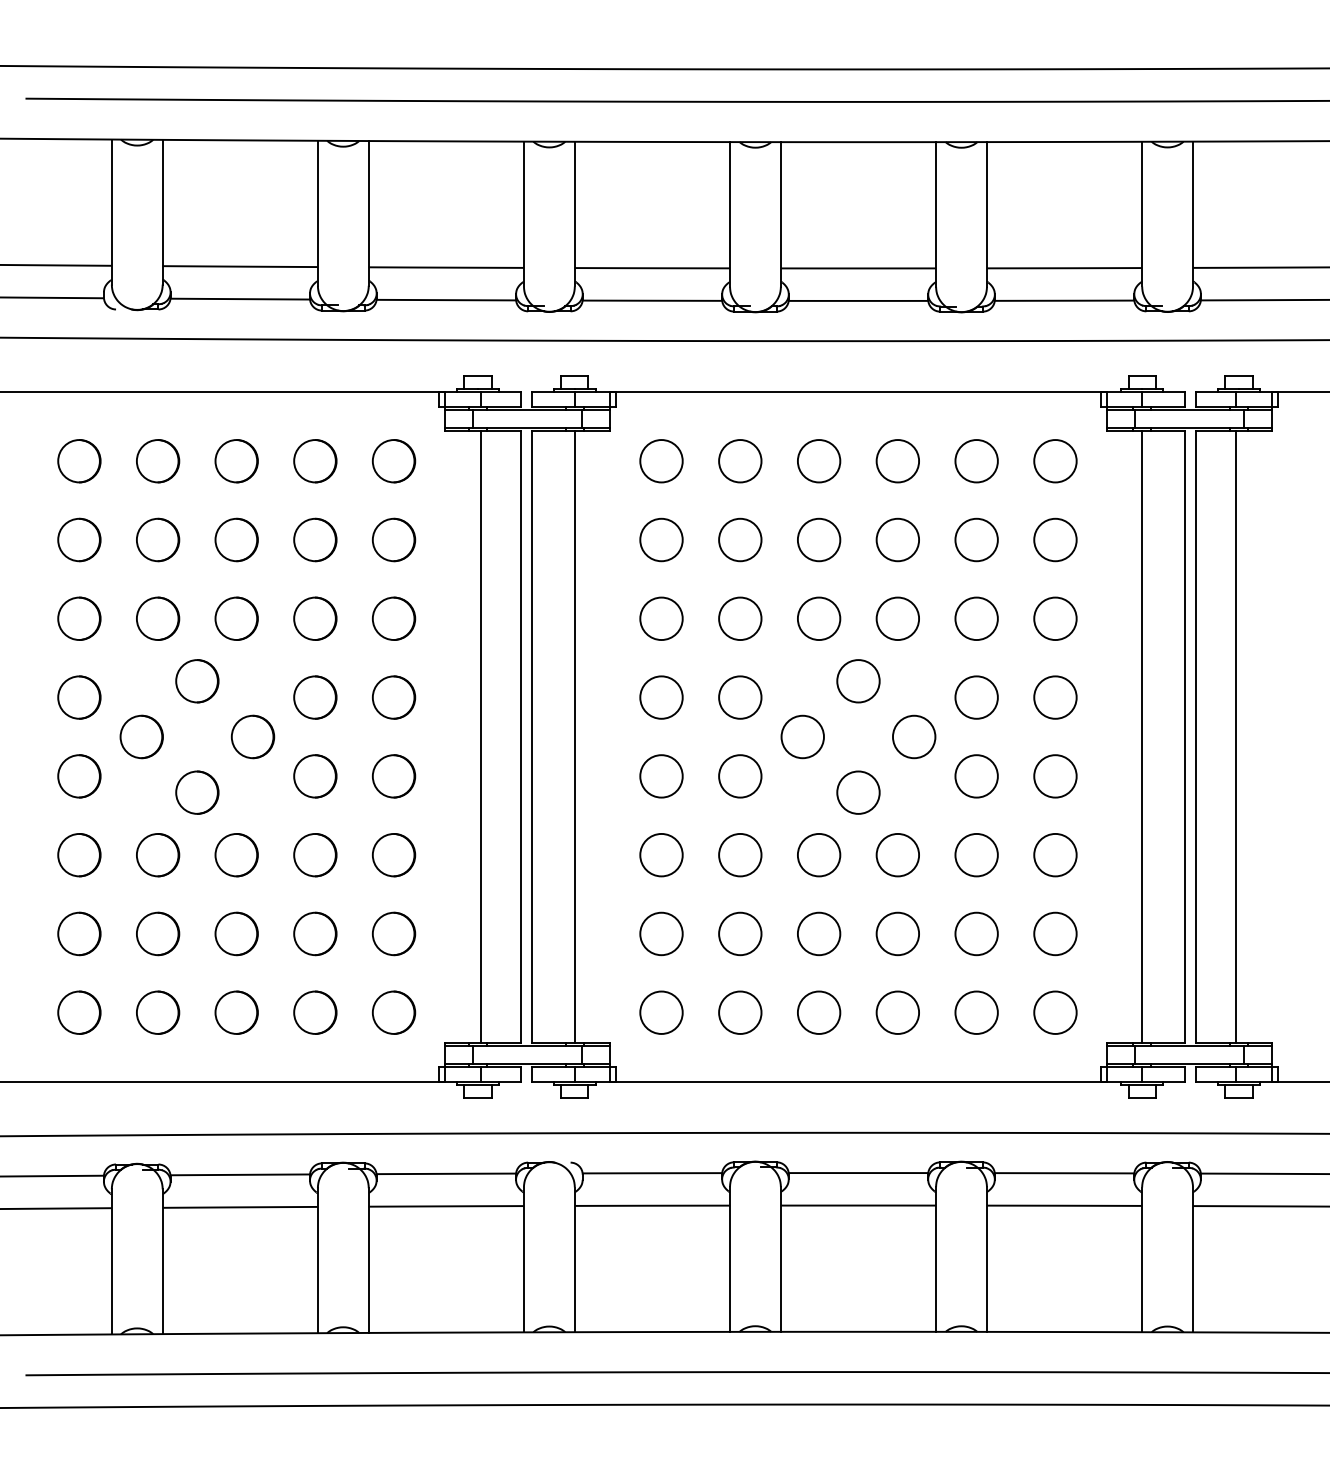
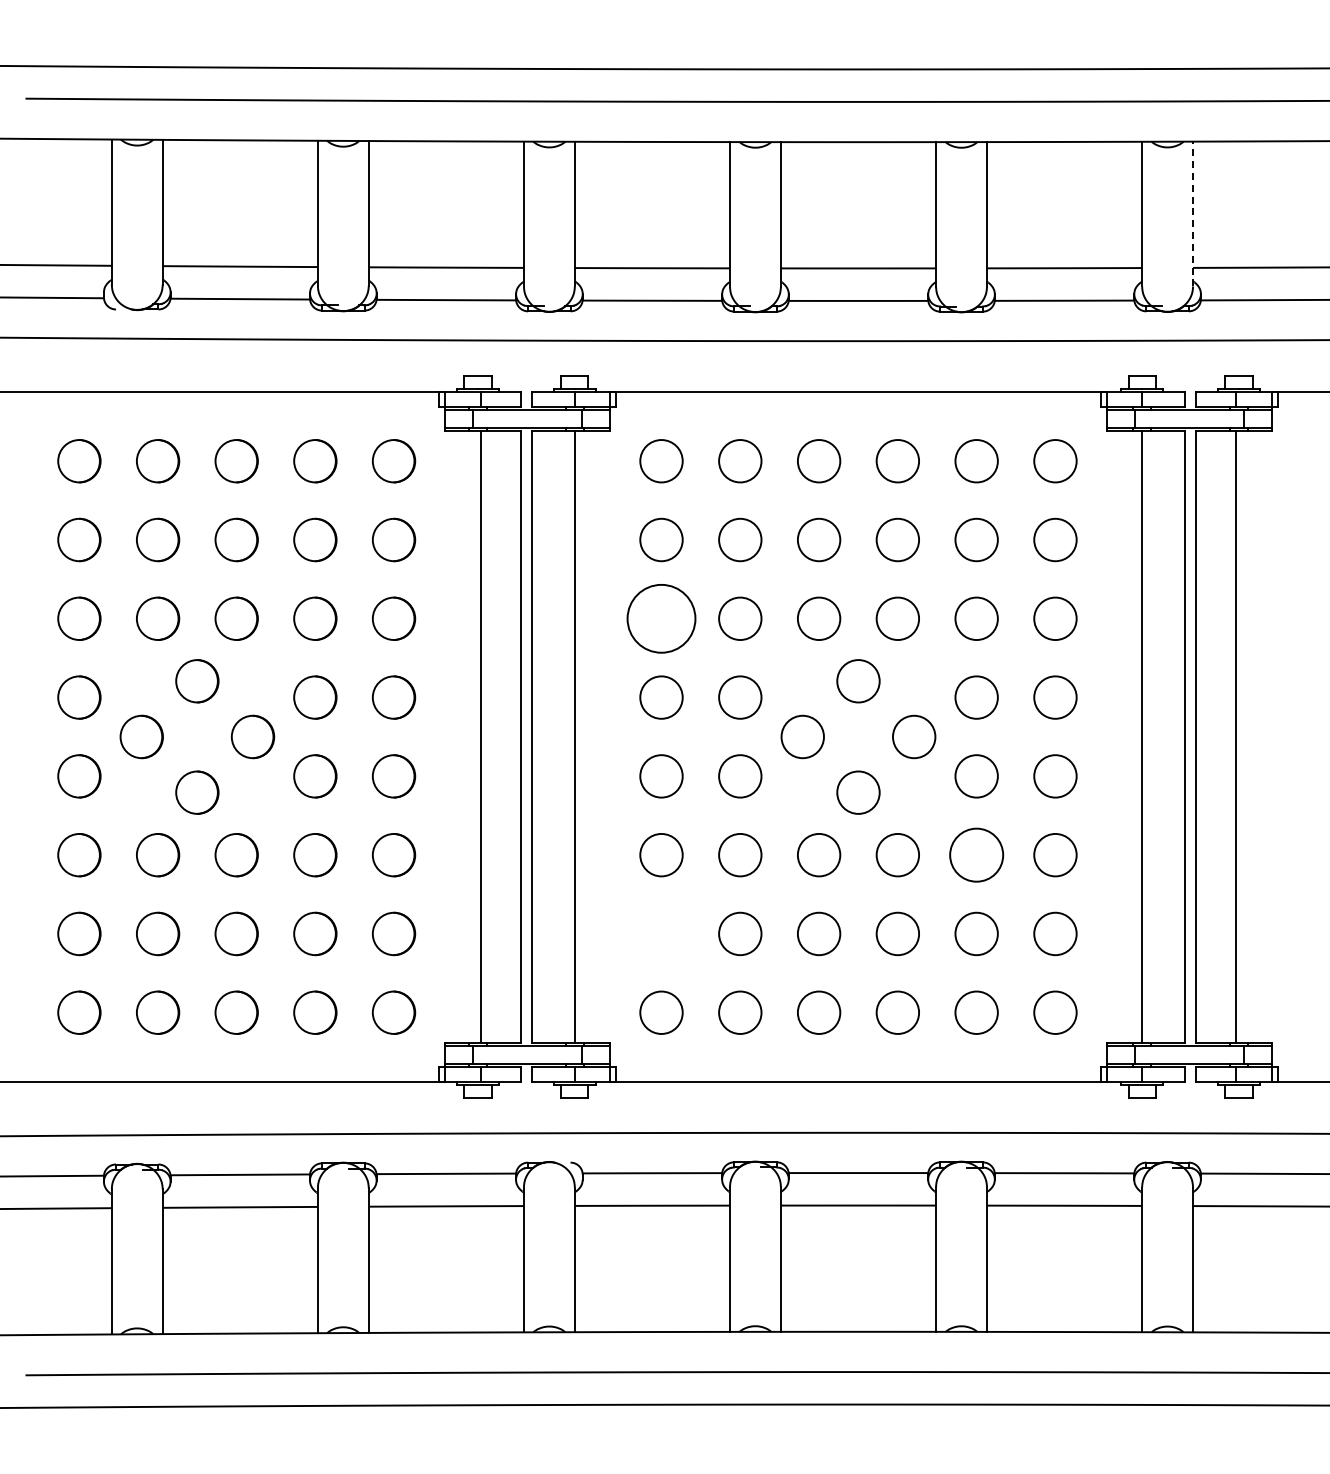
line at (1193, 213): solid -> dashed
circle at (661, 618) diameter: 42 px -> 68 px
circle at (976, 854) diameter: 42 px -> 53 px
circle at (661, 933): present -> none
